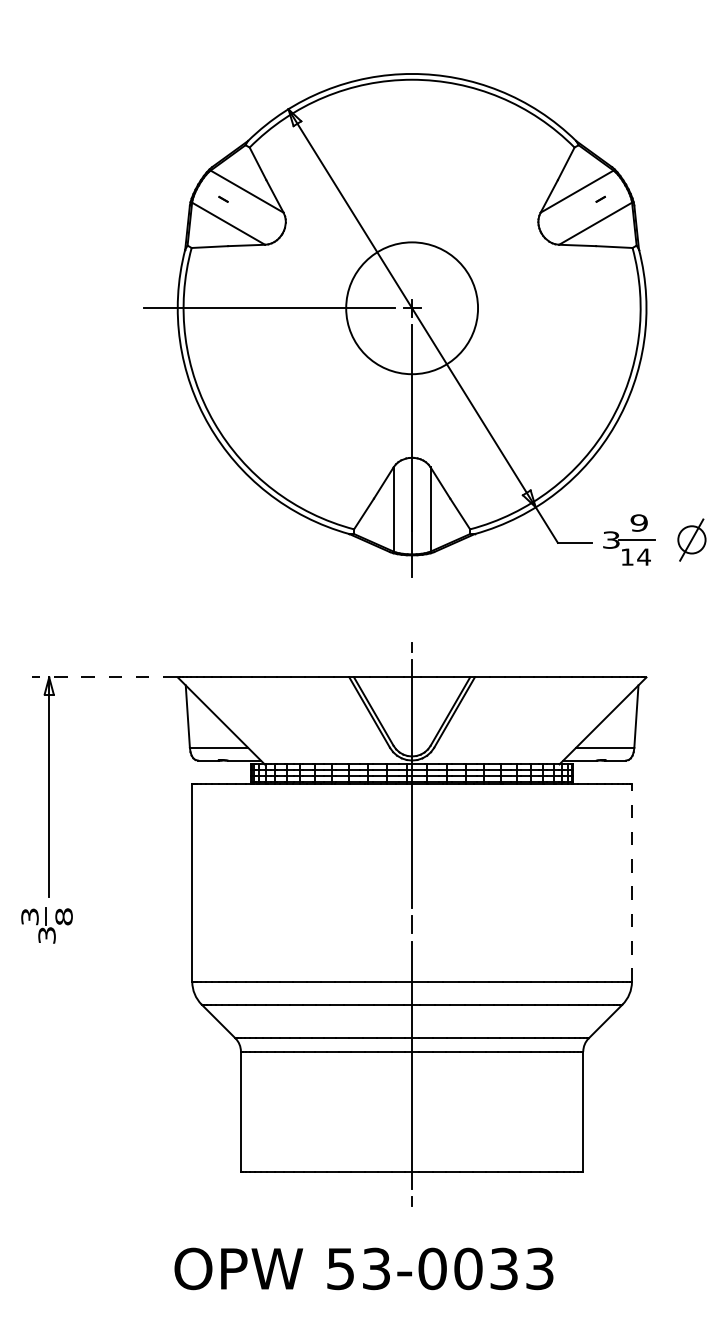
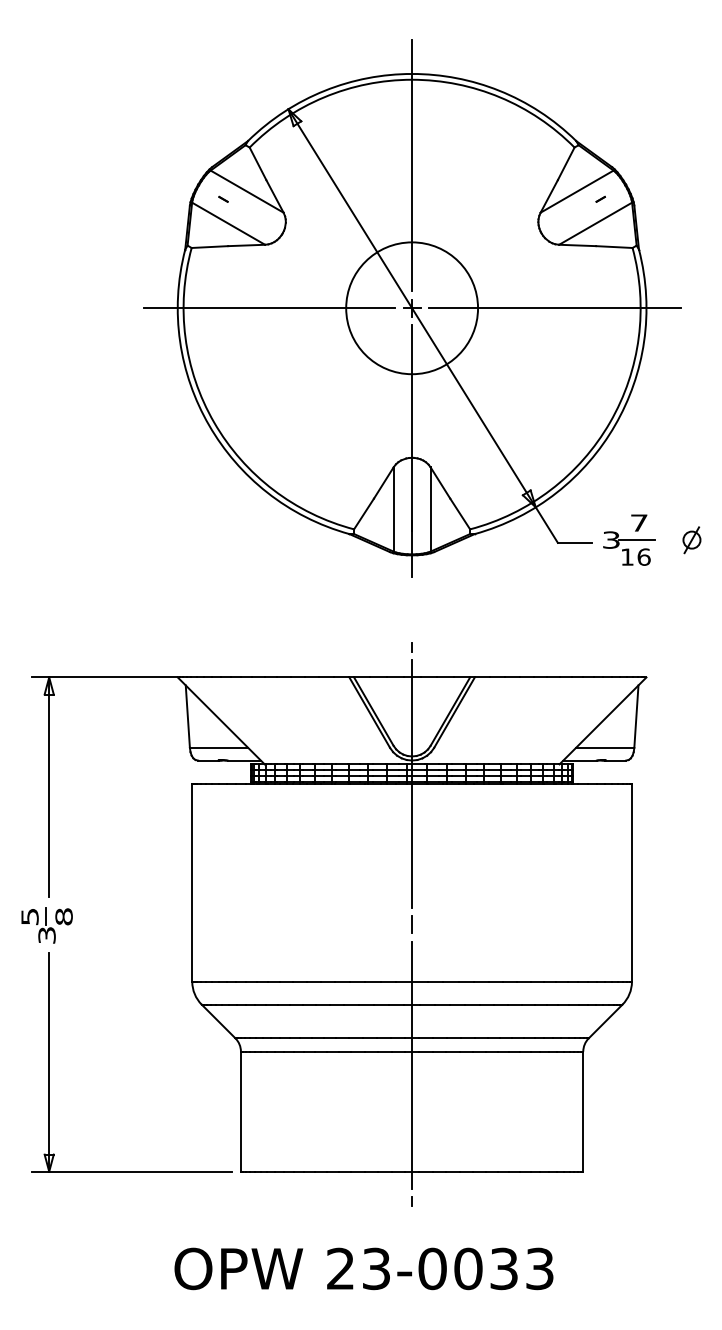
line at (412, 165): none -> present
line at (554, 308): none -> present
text at (638, 522): 9 -> 7
part at (691, 539) size: 30x44 px -> 20x29 px
text at (643, 556): 14 -> 16
line at (103, 677): dashed -> solid
line at (631, 882): dashed -> solid
text at (29, 916): 3 -> 5
part at (49, 1062): none -> present
text at (340, 1268): 53-0033 -> 23-0033
